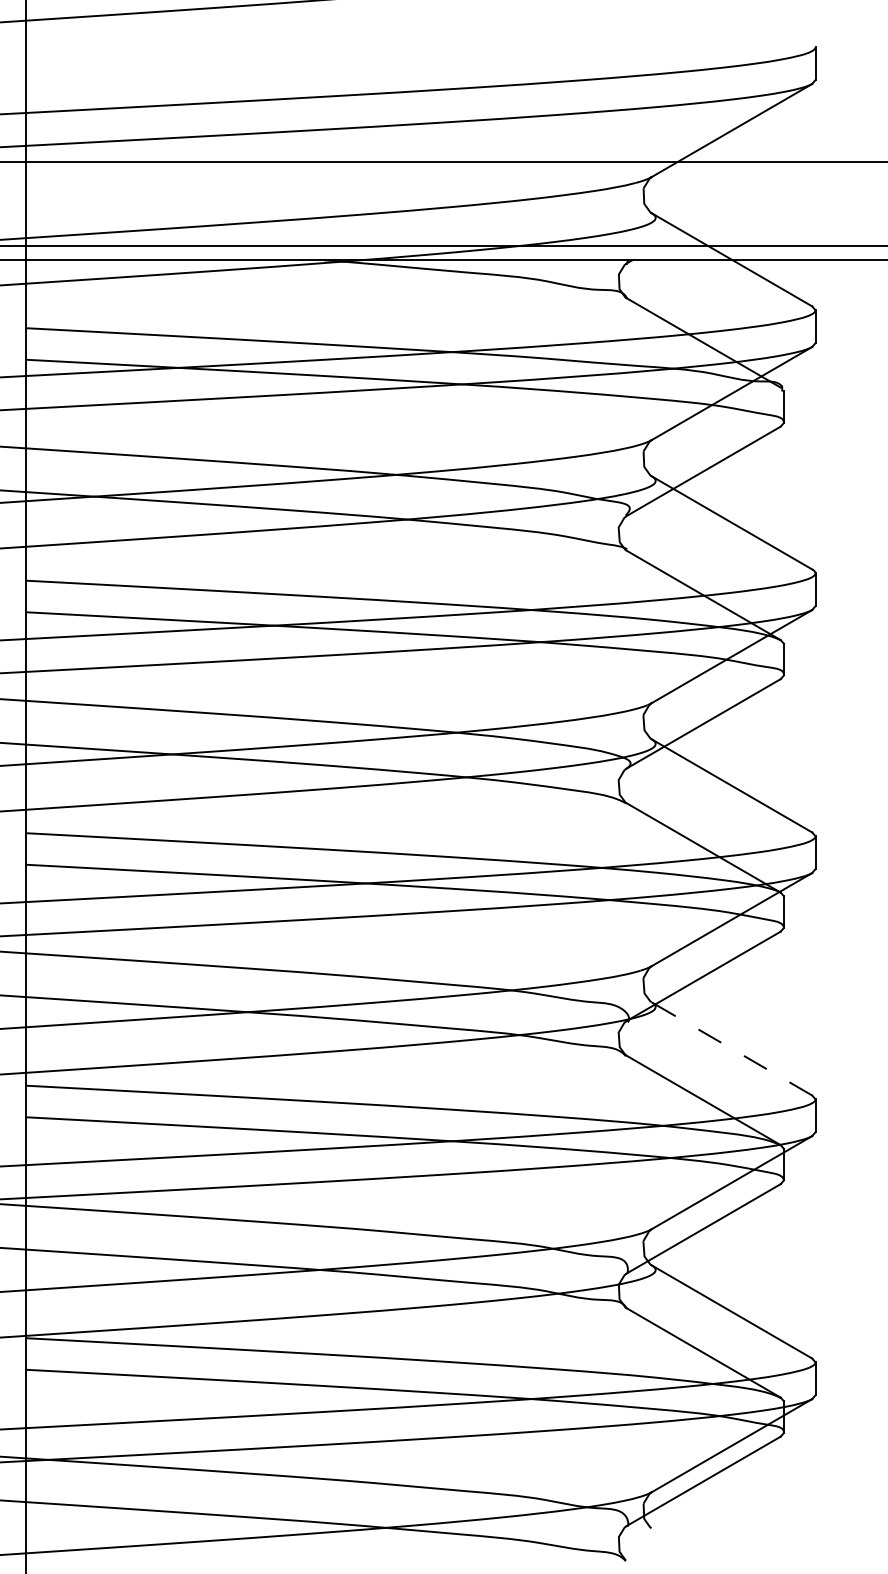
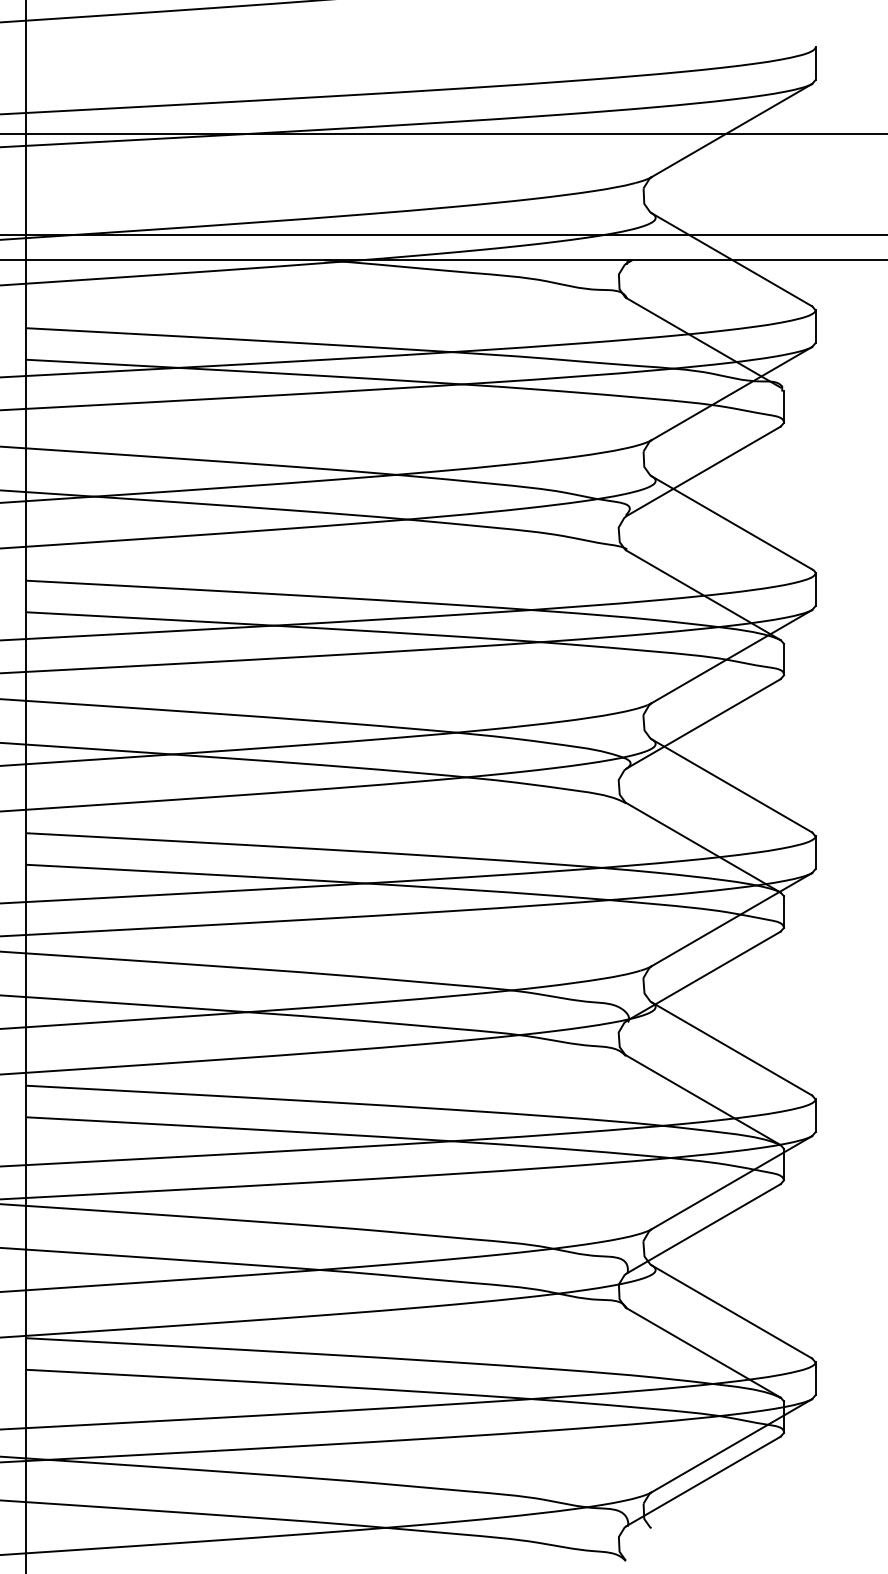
line at (443, 162) position: (443, 162) -> (443, 134)
line at (443, 246) position: (443, 246) -> (443, 235)
line at (731, 1048): dashed -> solid
